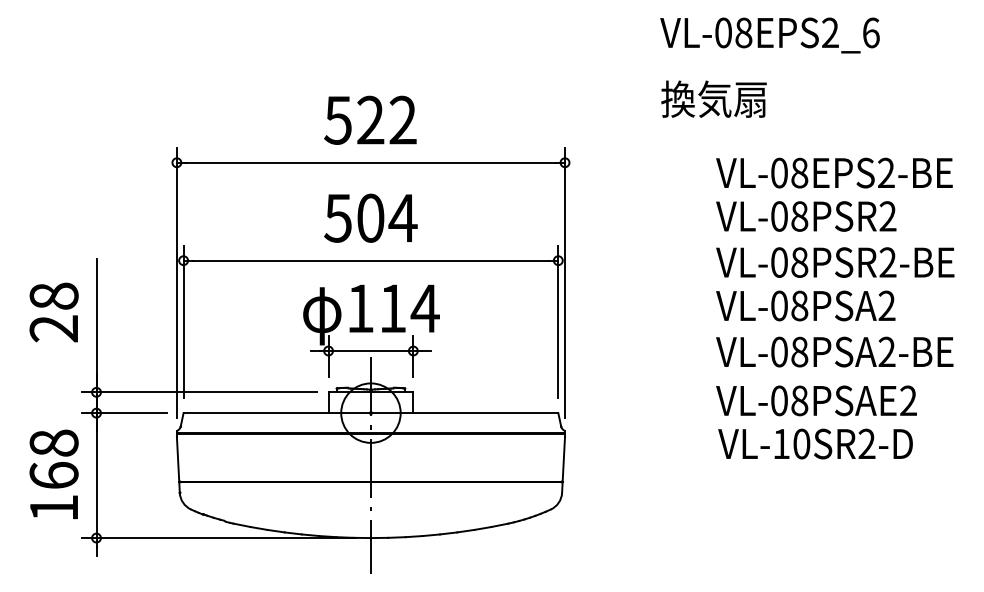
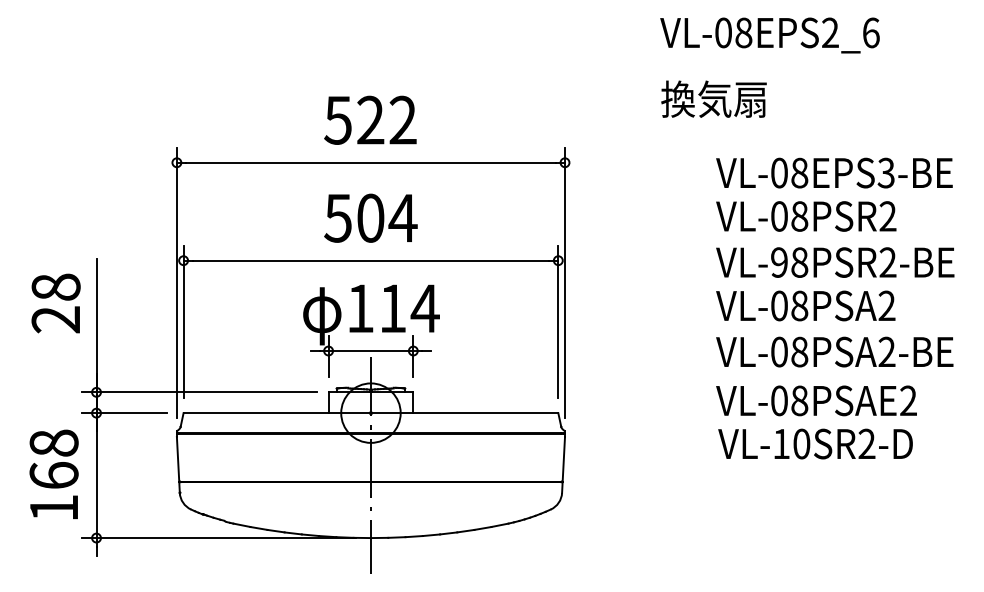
text at (885, 173): VL-08EPS2-BE -> VL-08EPS3-BE
text at (779, 262): VL-08PSR2-BE -> VL-98PSR2-BE
text at (53, 312) position: (53, 312) -> (55, 303)
